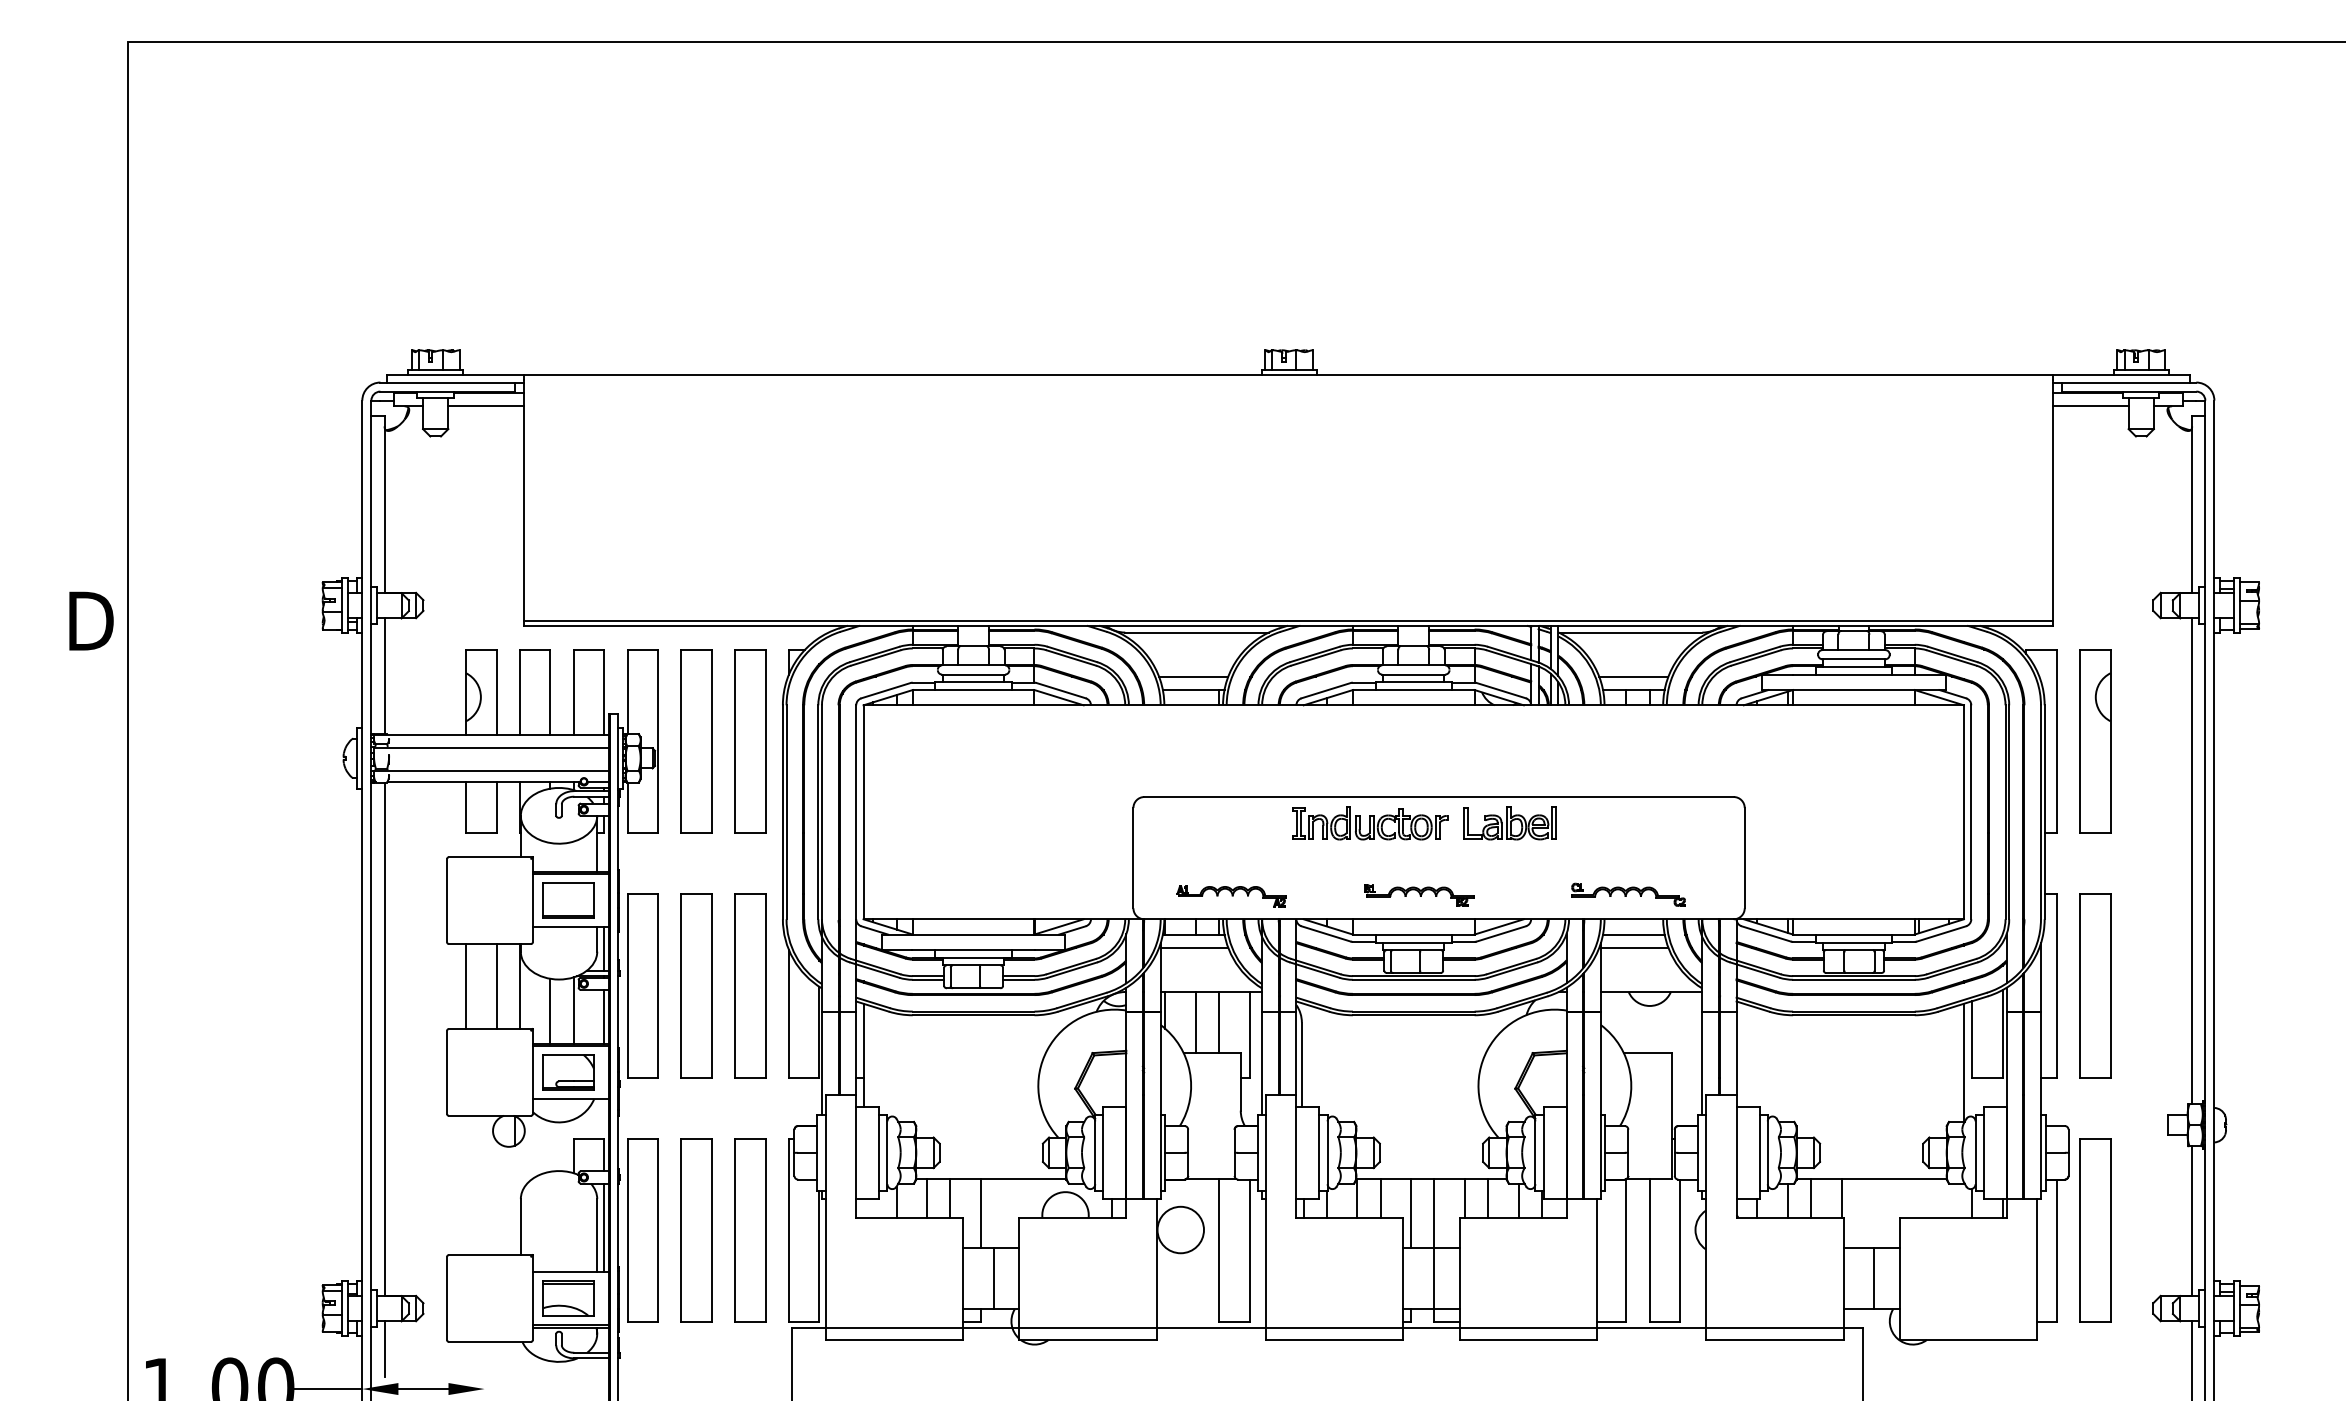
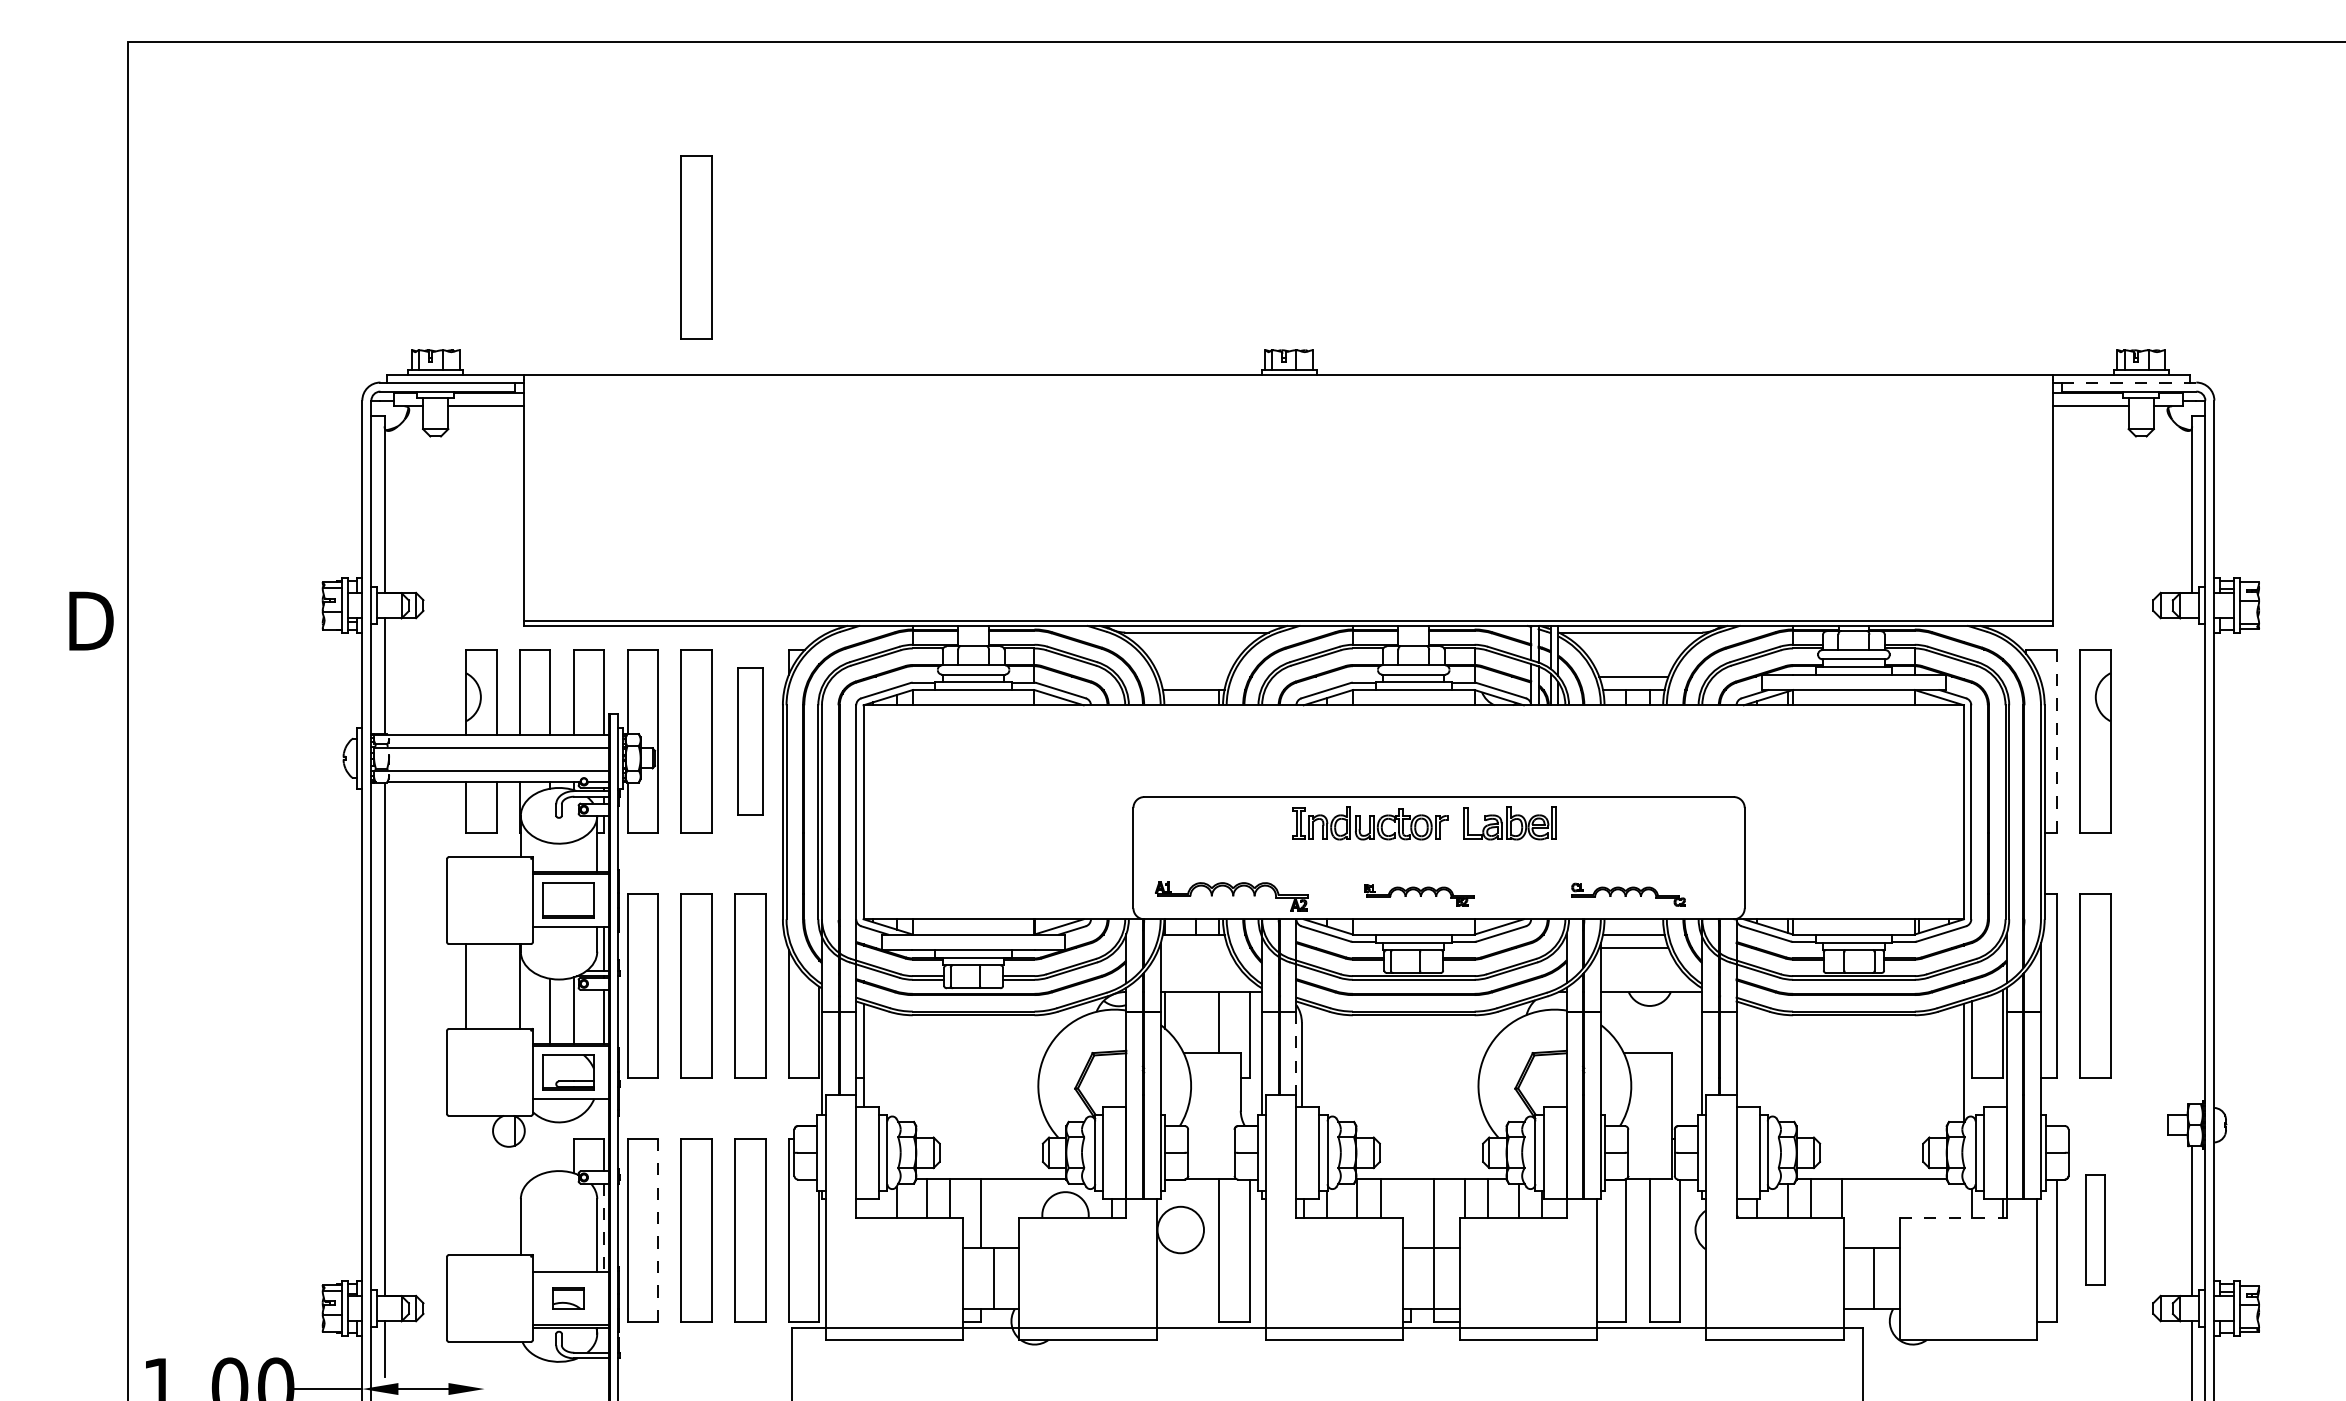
part at (696, 247): none -> present
line at (2129, 382): solid -> dashed
line at (1193, 676): present -> none
part at (750, 741) size: 33x185 px -> 27x149 px
line at (2056, 741): solid -> dashed
line at (2192, 861): present -> none
part at (1231, 896) size: 111x23 px -> 154x31 px
line at (1194, 948): present -> none
line at (496, 986): present -> none
line at (1196, 1022): present -> none
line at (1296, 1053): solid -> dashed
line at (1411, 1213): present -> none
line at (1953, 1217): solid -> dashed
line at (604, 1228): solid -> dashed
line at (658, 1230): solid -> dashed
part at (2095, 1230) size: 33x185 px -> 21x112 px
part at (568, 1298) size: 53x37 px -> 33x23 px
